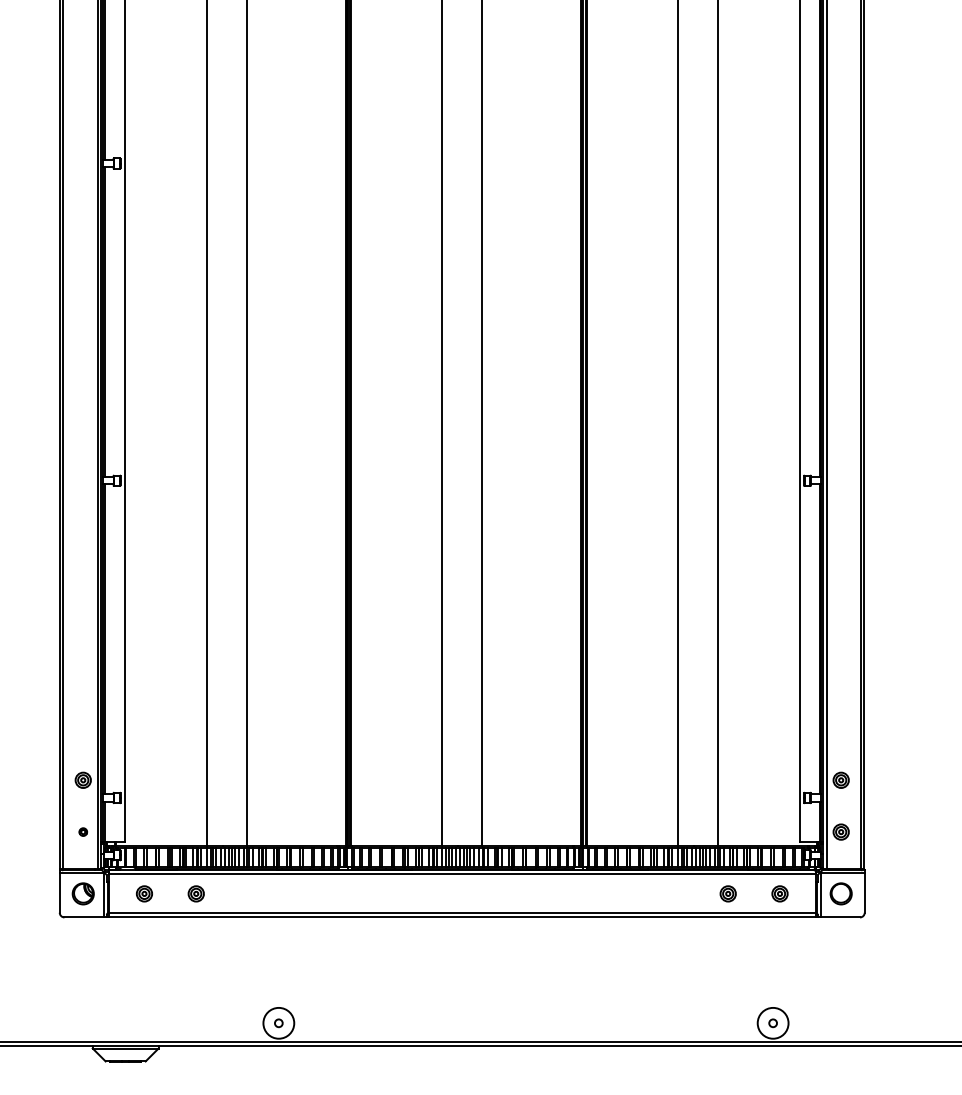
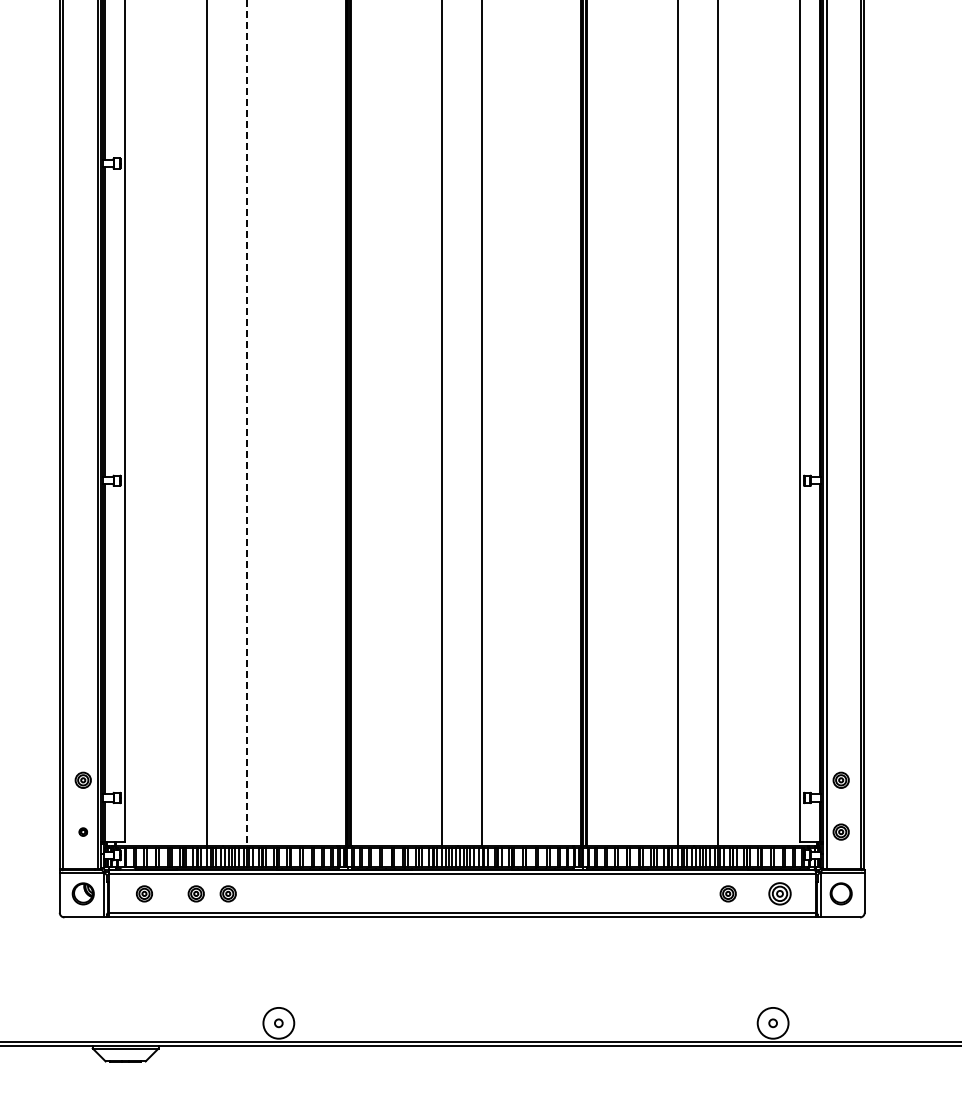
line at (246, 423): solid -> dashed
part at (227, 893): none -> present
part at (779, 893) size: 18x18 px -> 24x24 px
